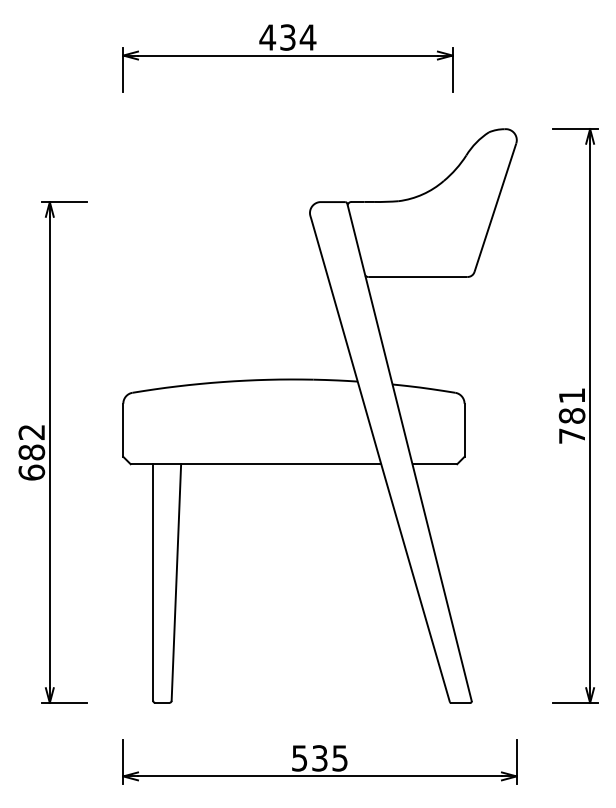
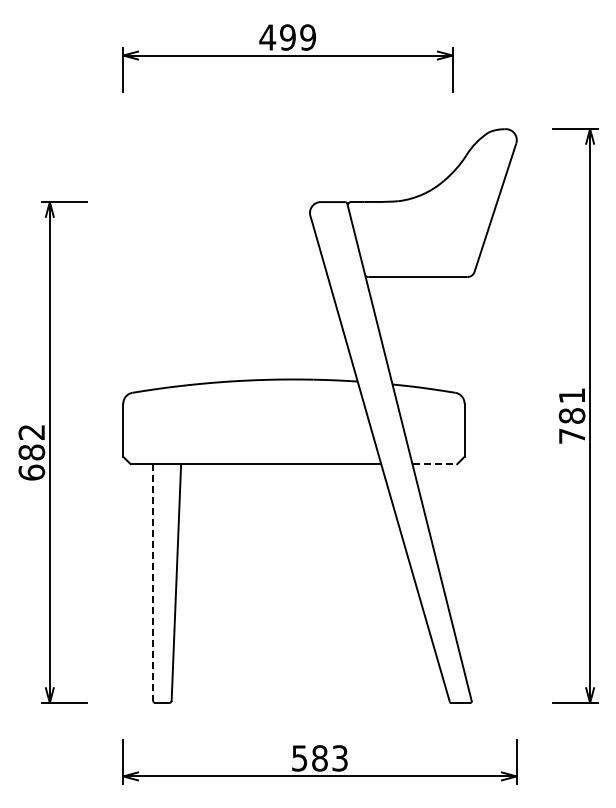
text at (298, 37): 434 -> 499
line at (435, 464): solid -> dashed
line at (153, 582): solid -> dashed
text at (329, 758): 535 -> 583
